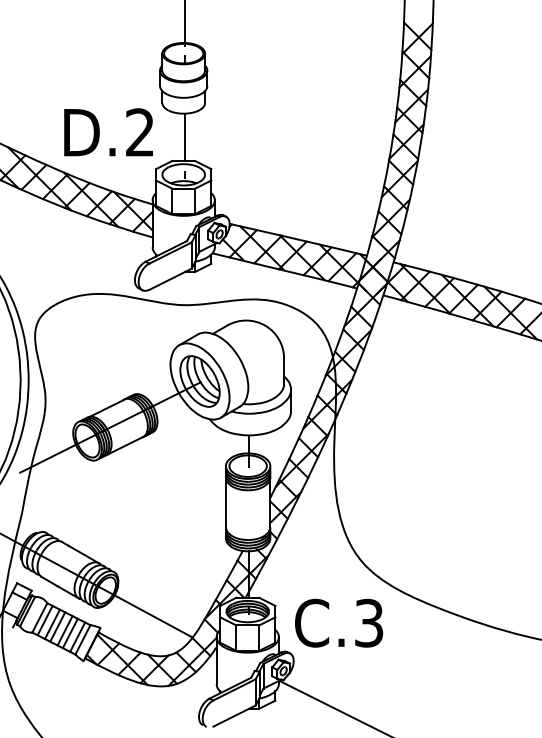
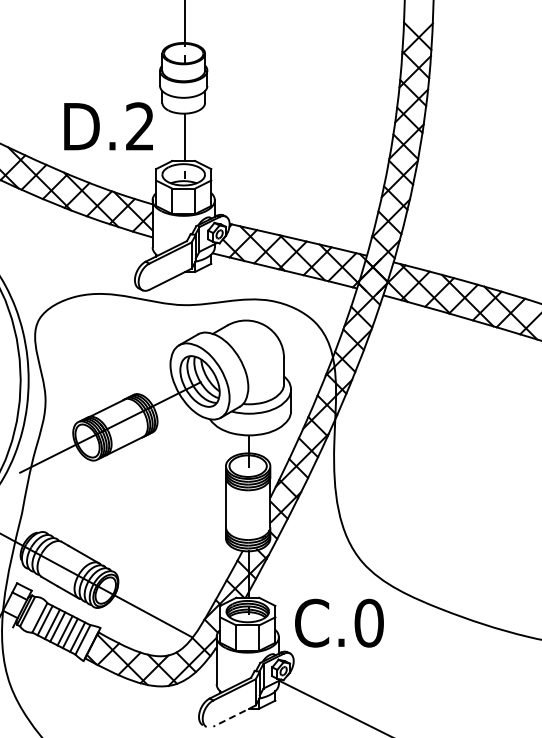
text at (108, 132) position: (108, 132) -> (108, 126)
text at (368, 622): C.3 -> C.0
line at (234, 716): solid -> dashed
